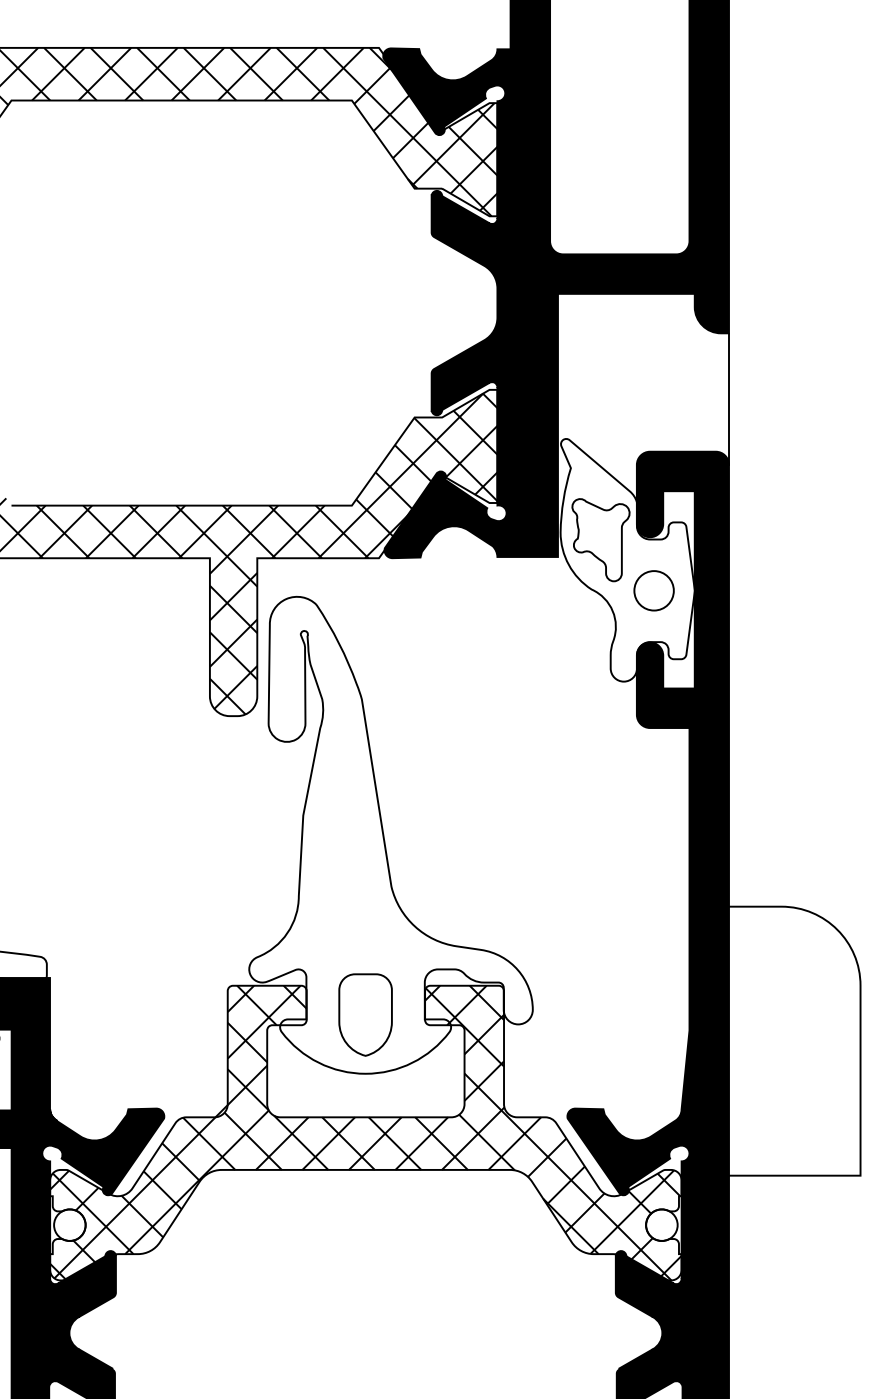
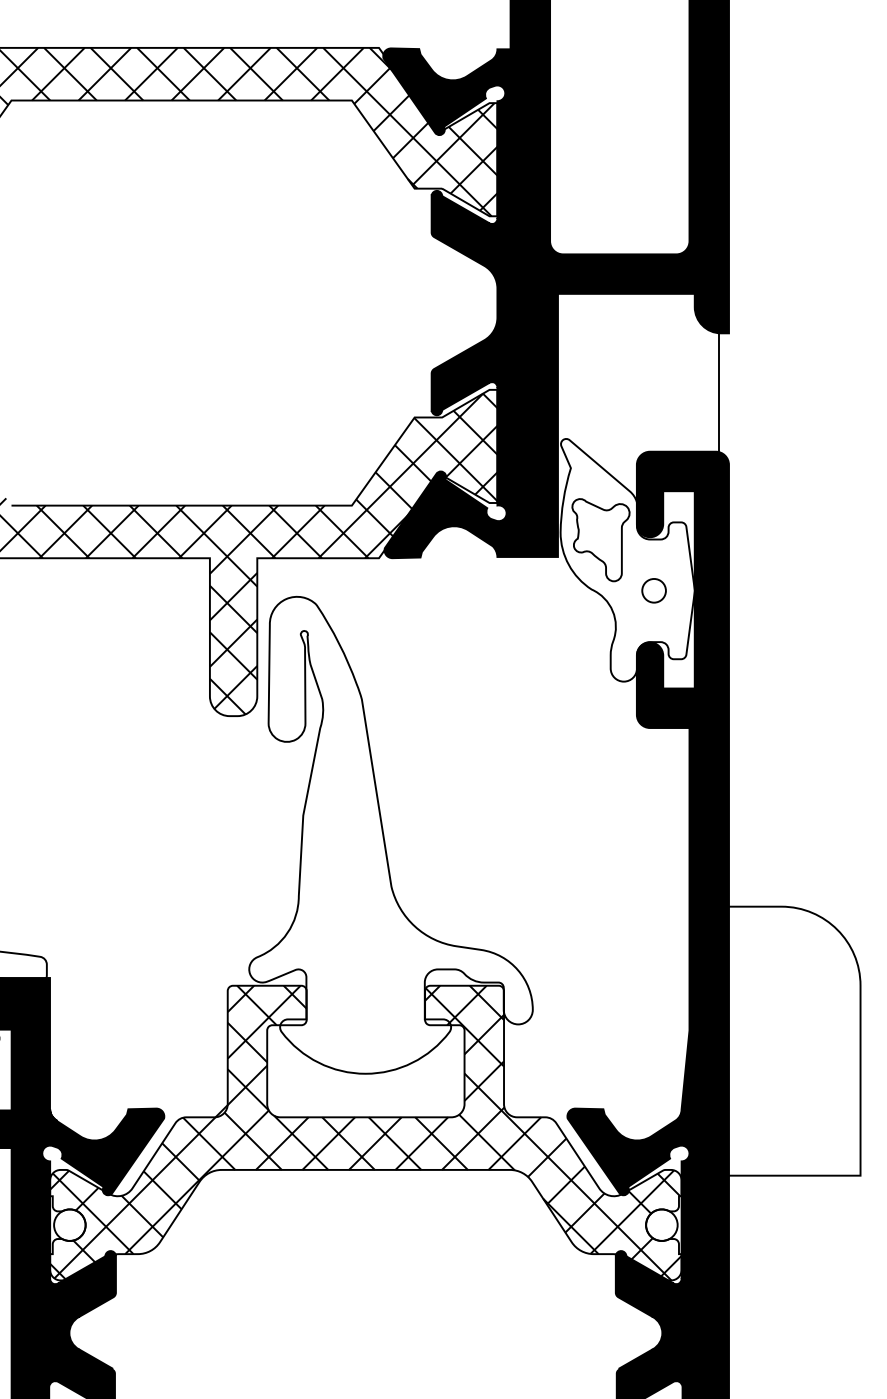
line at (728, 399) position: (728, 399) -> (718, 399)
circle at (653, 590) diameter: 39 px -> 24 px
part at (365, 1014): present -> none
